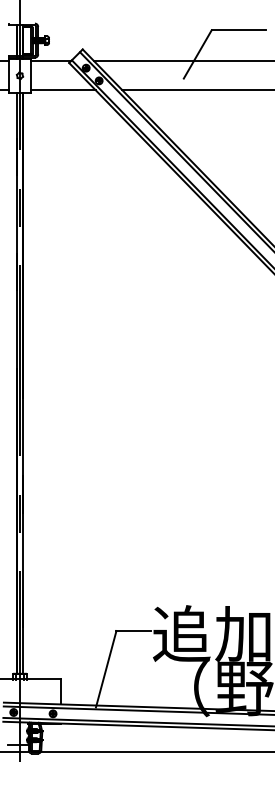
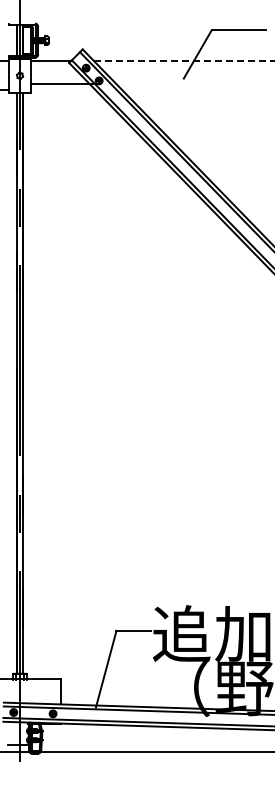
line at (185, 61): solid -> dashed
line at (63, 90) position: (63, 90) -> (63, 84)
line at (196, 90): present -> none
